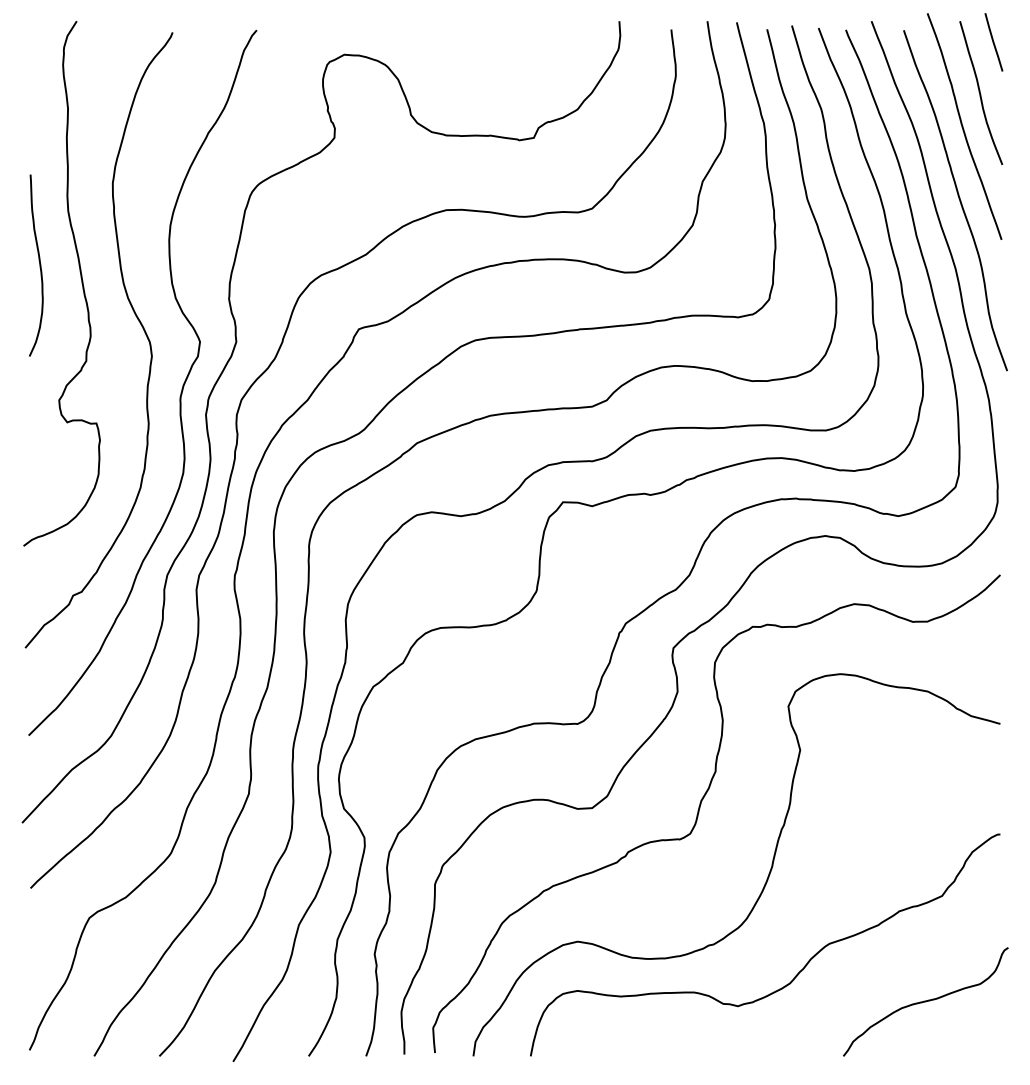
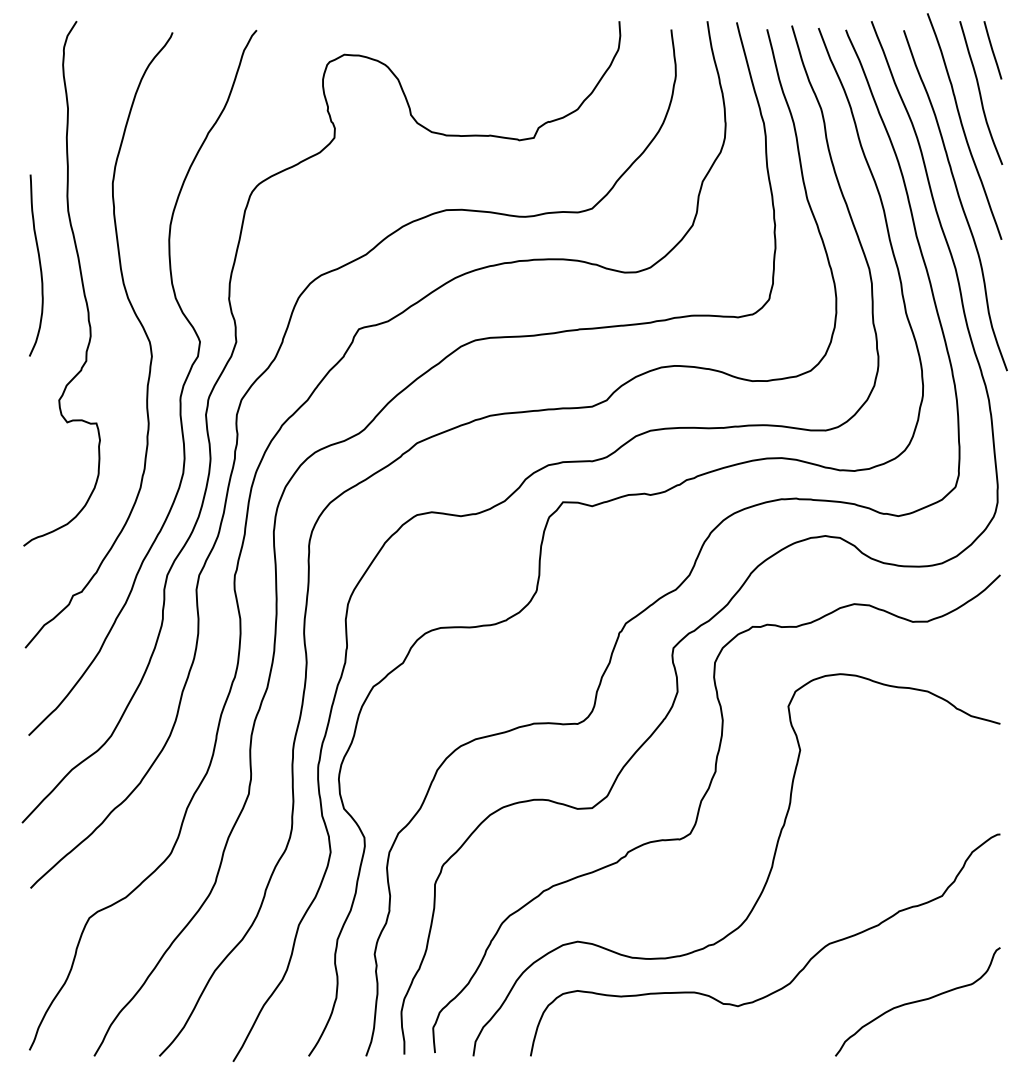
line at (993, 42) position: (993, 42) -> (992, 50)
curve at (925, 1001) position: (925, 1001) -> (917, 1001)
